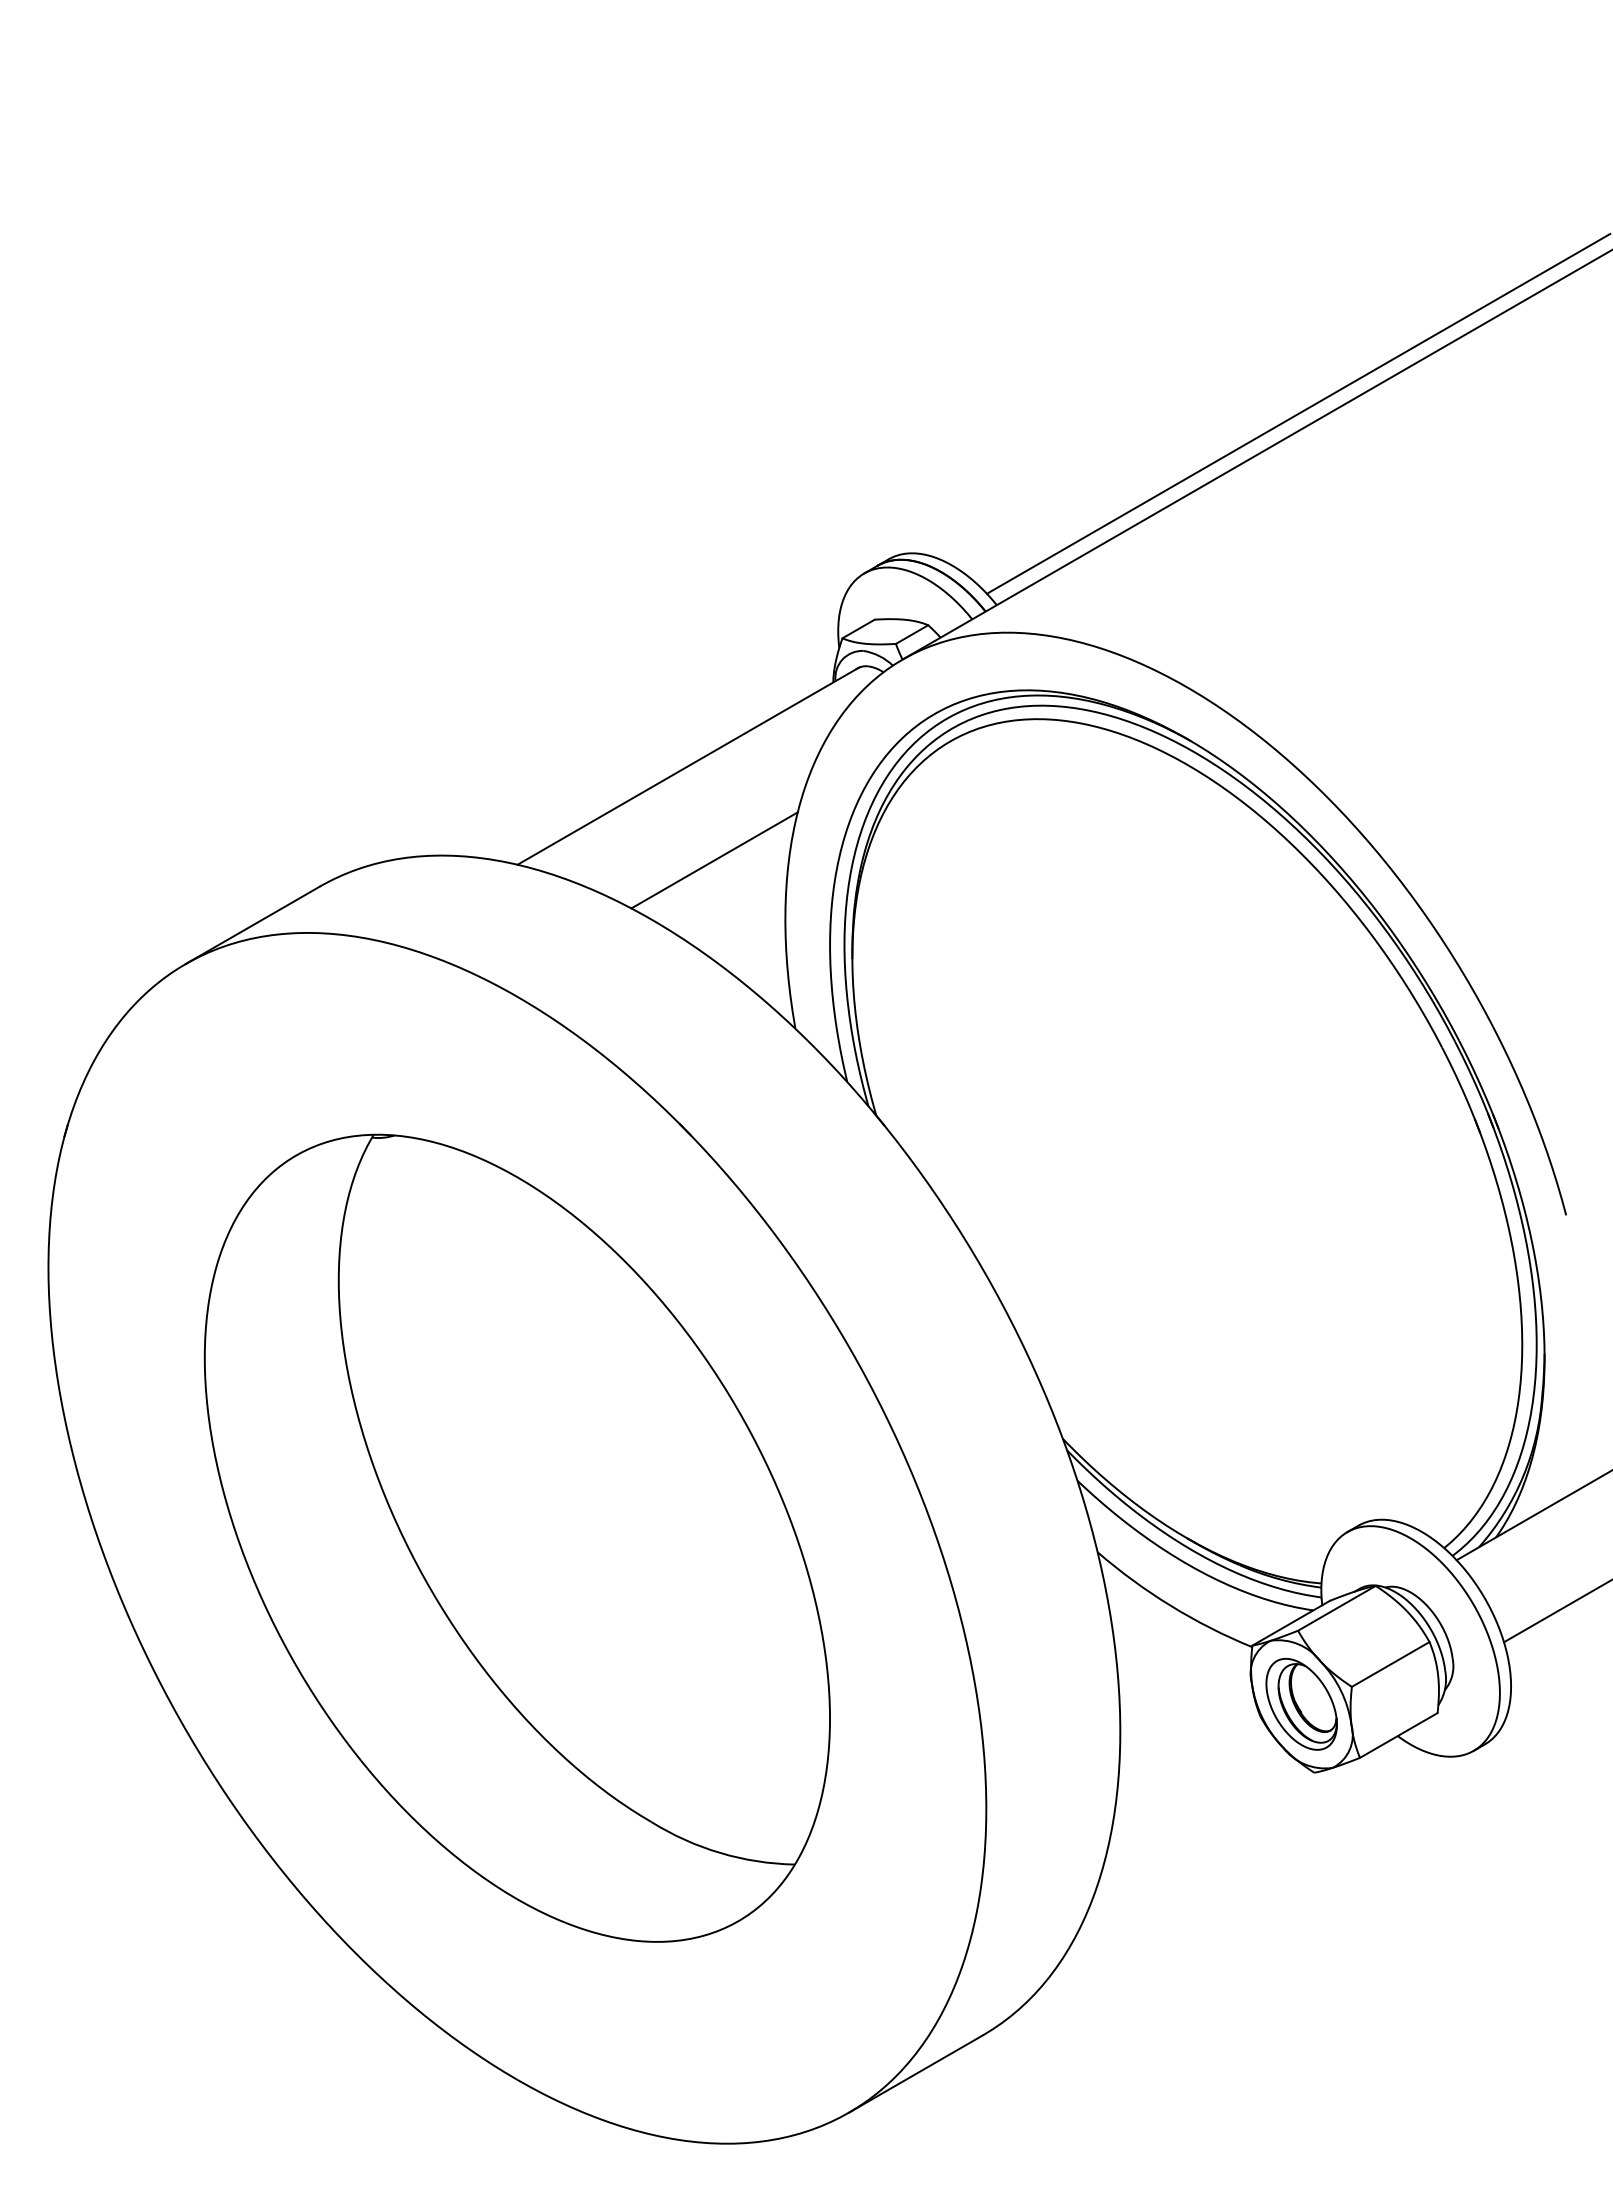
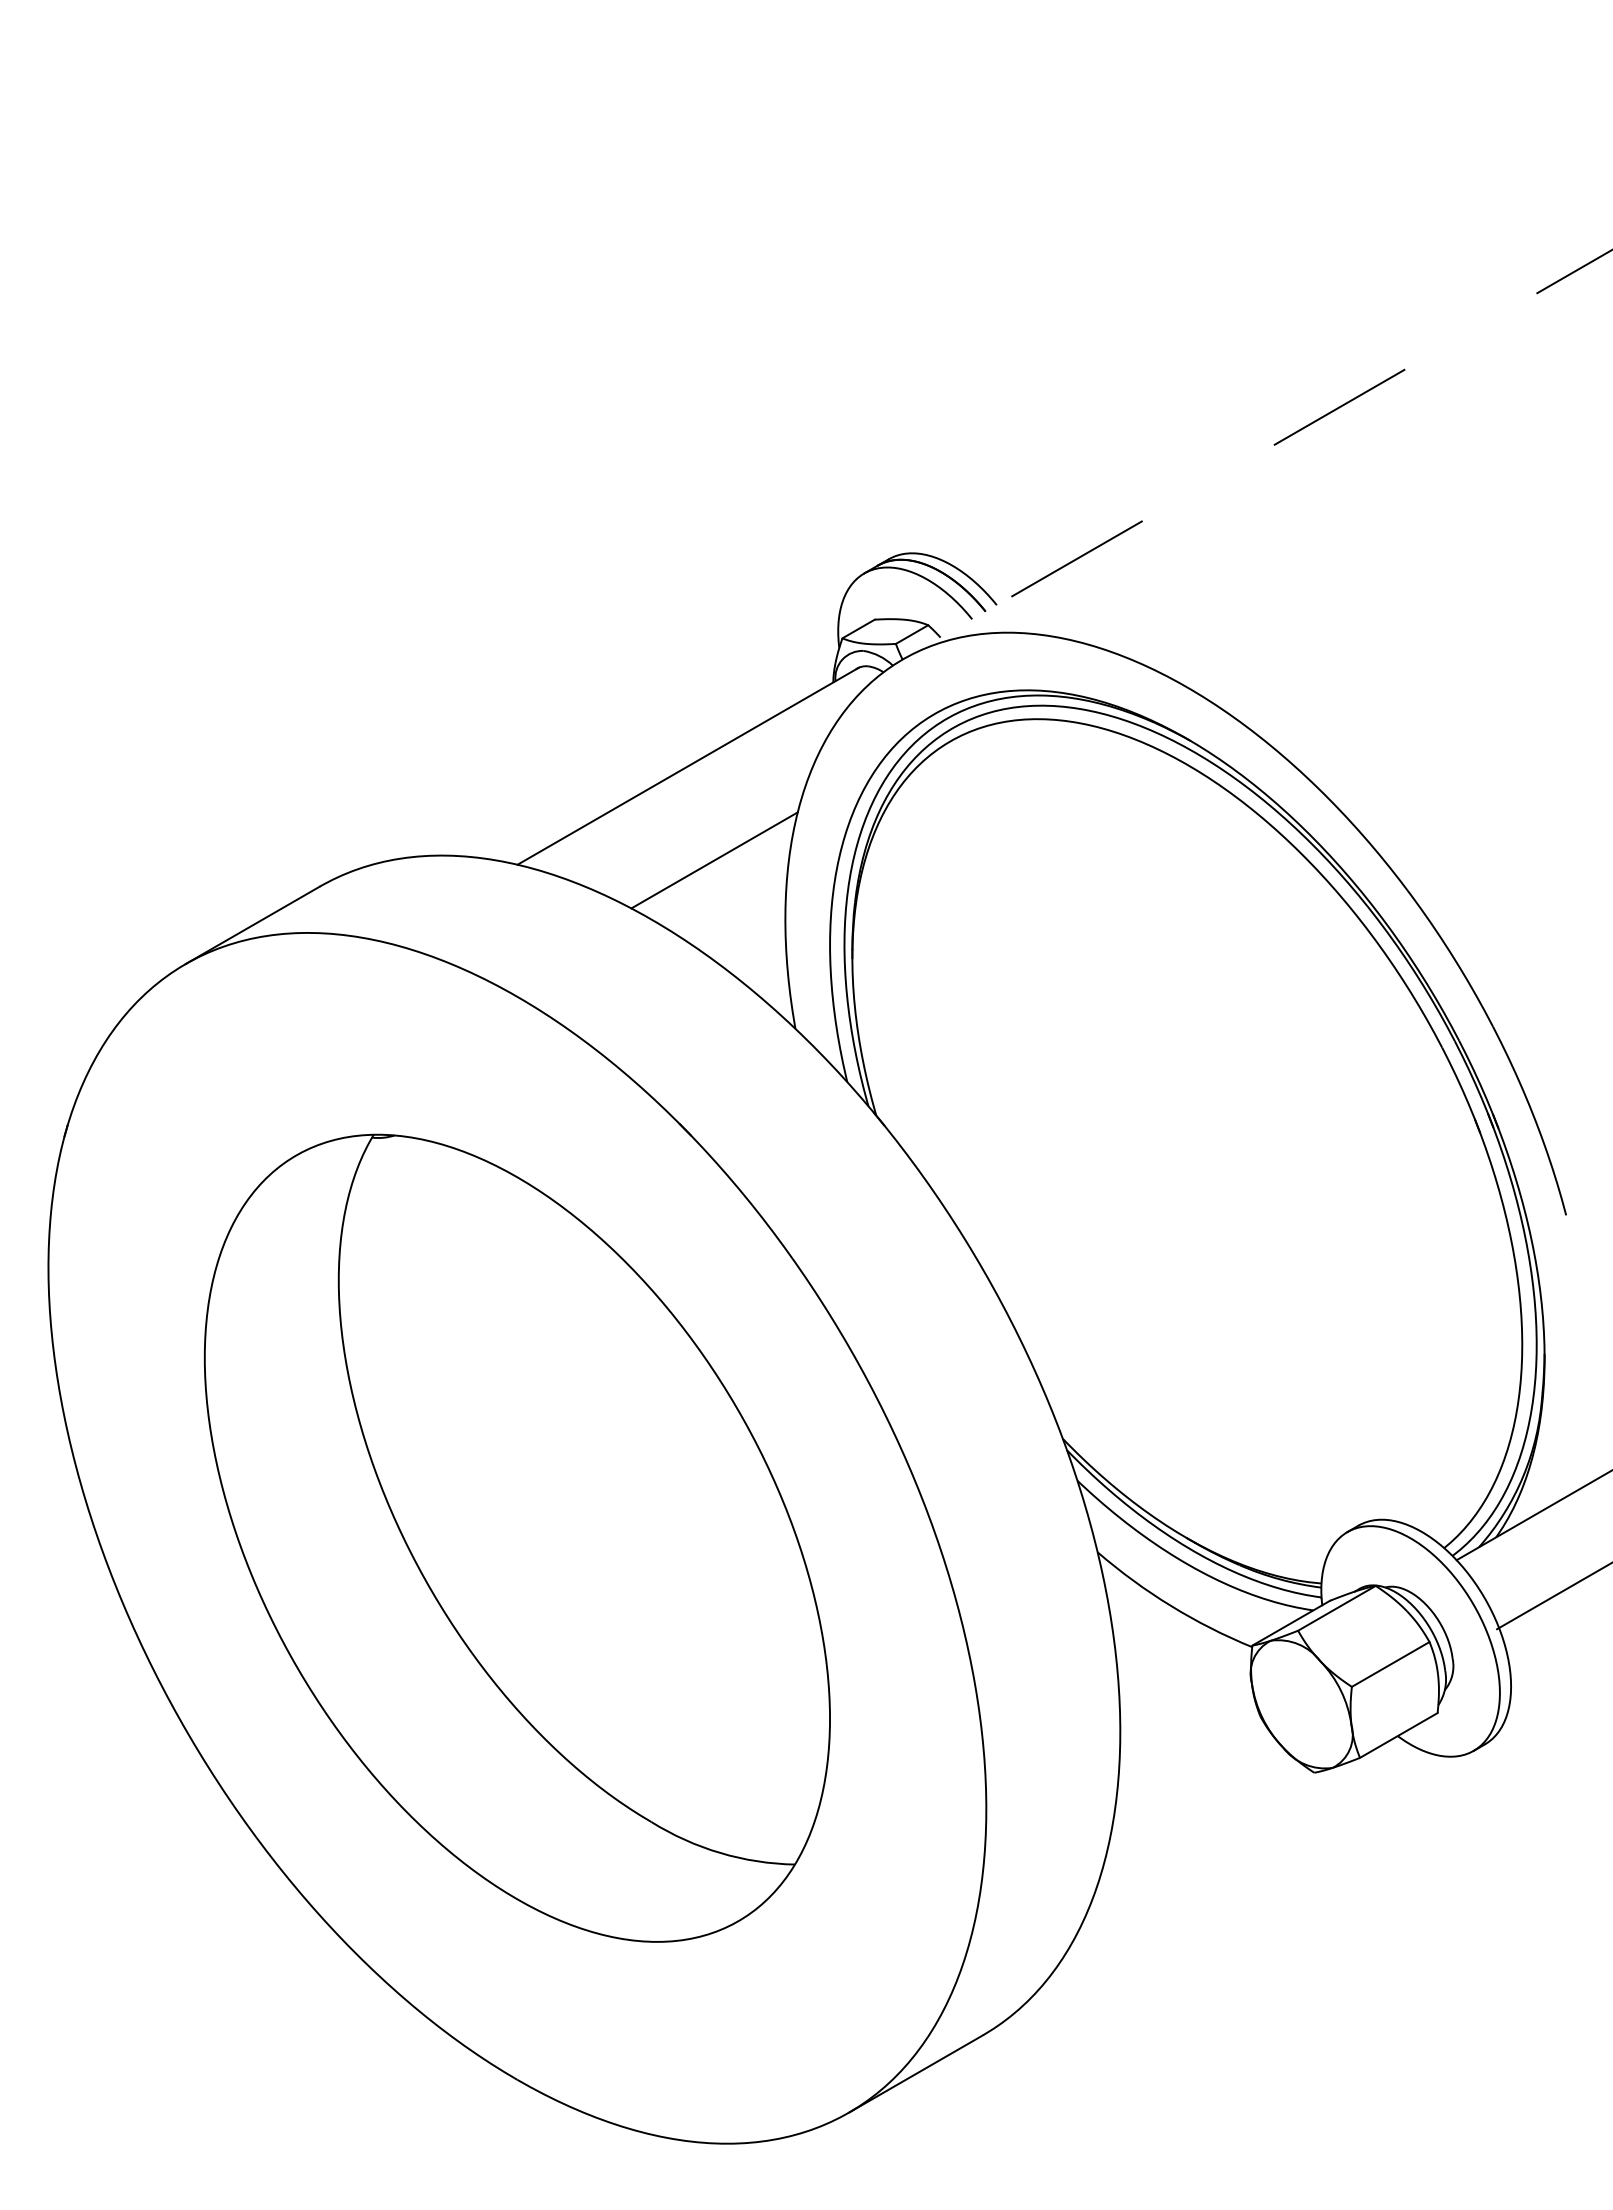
line at (1297, 413): present -> none
line at (1257, 454): solid -> dashed
line at (1556, 1611) position: (1556, 1611) -> (1553, 1596)
part at (1301, 1703): present -> none
